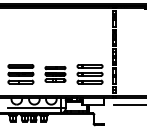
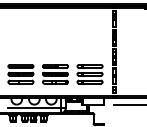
part at (55, 74) size: 23x17 px -> 27x21 px
